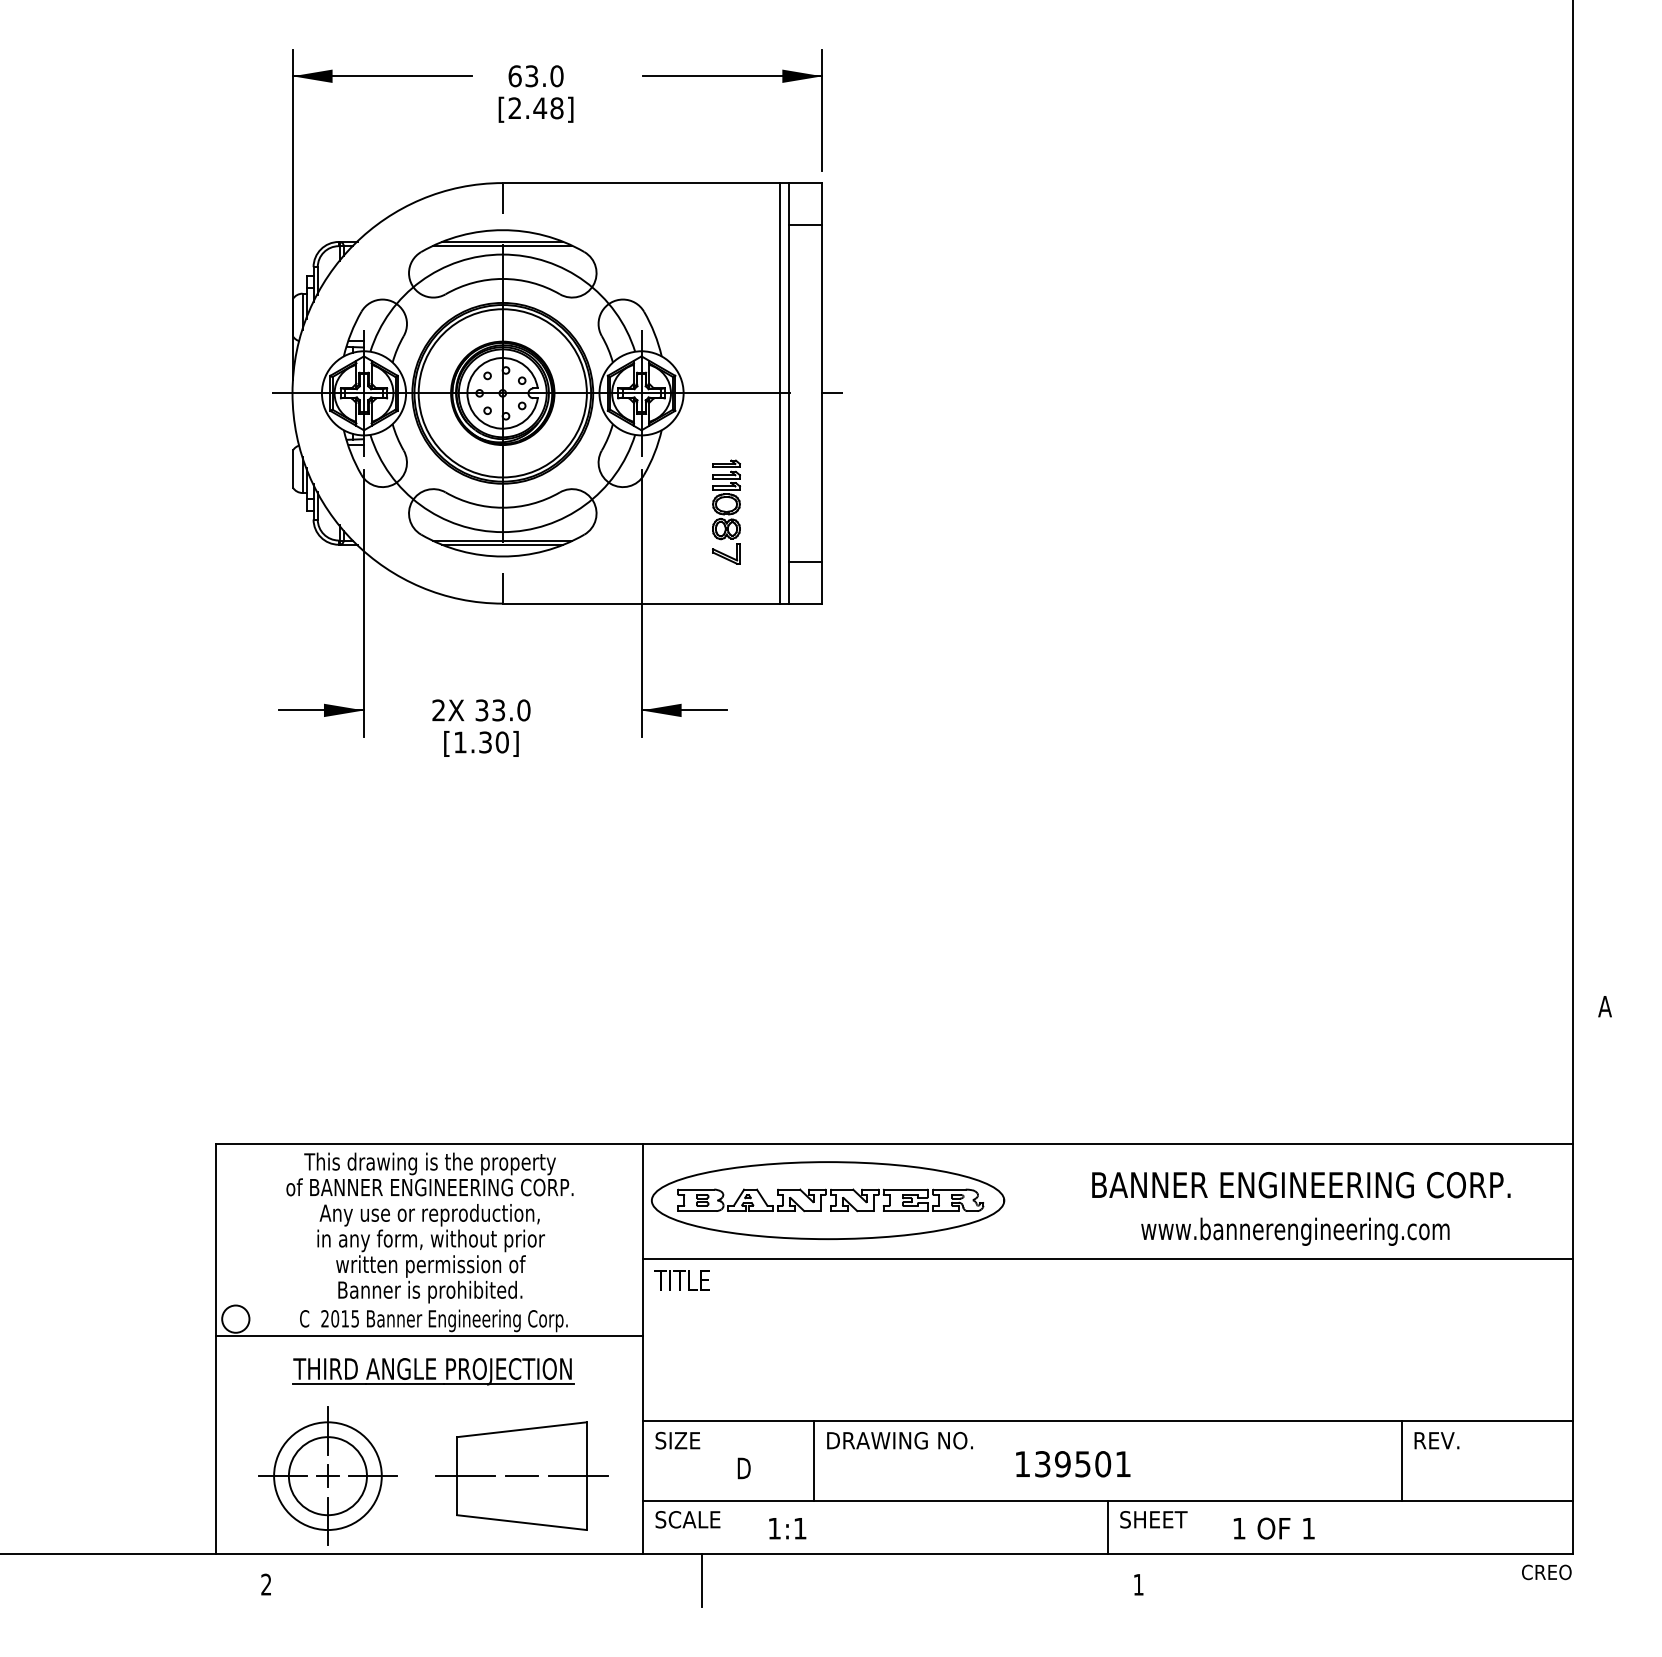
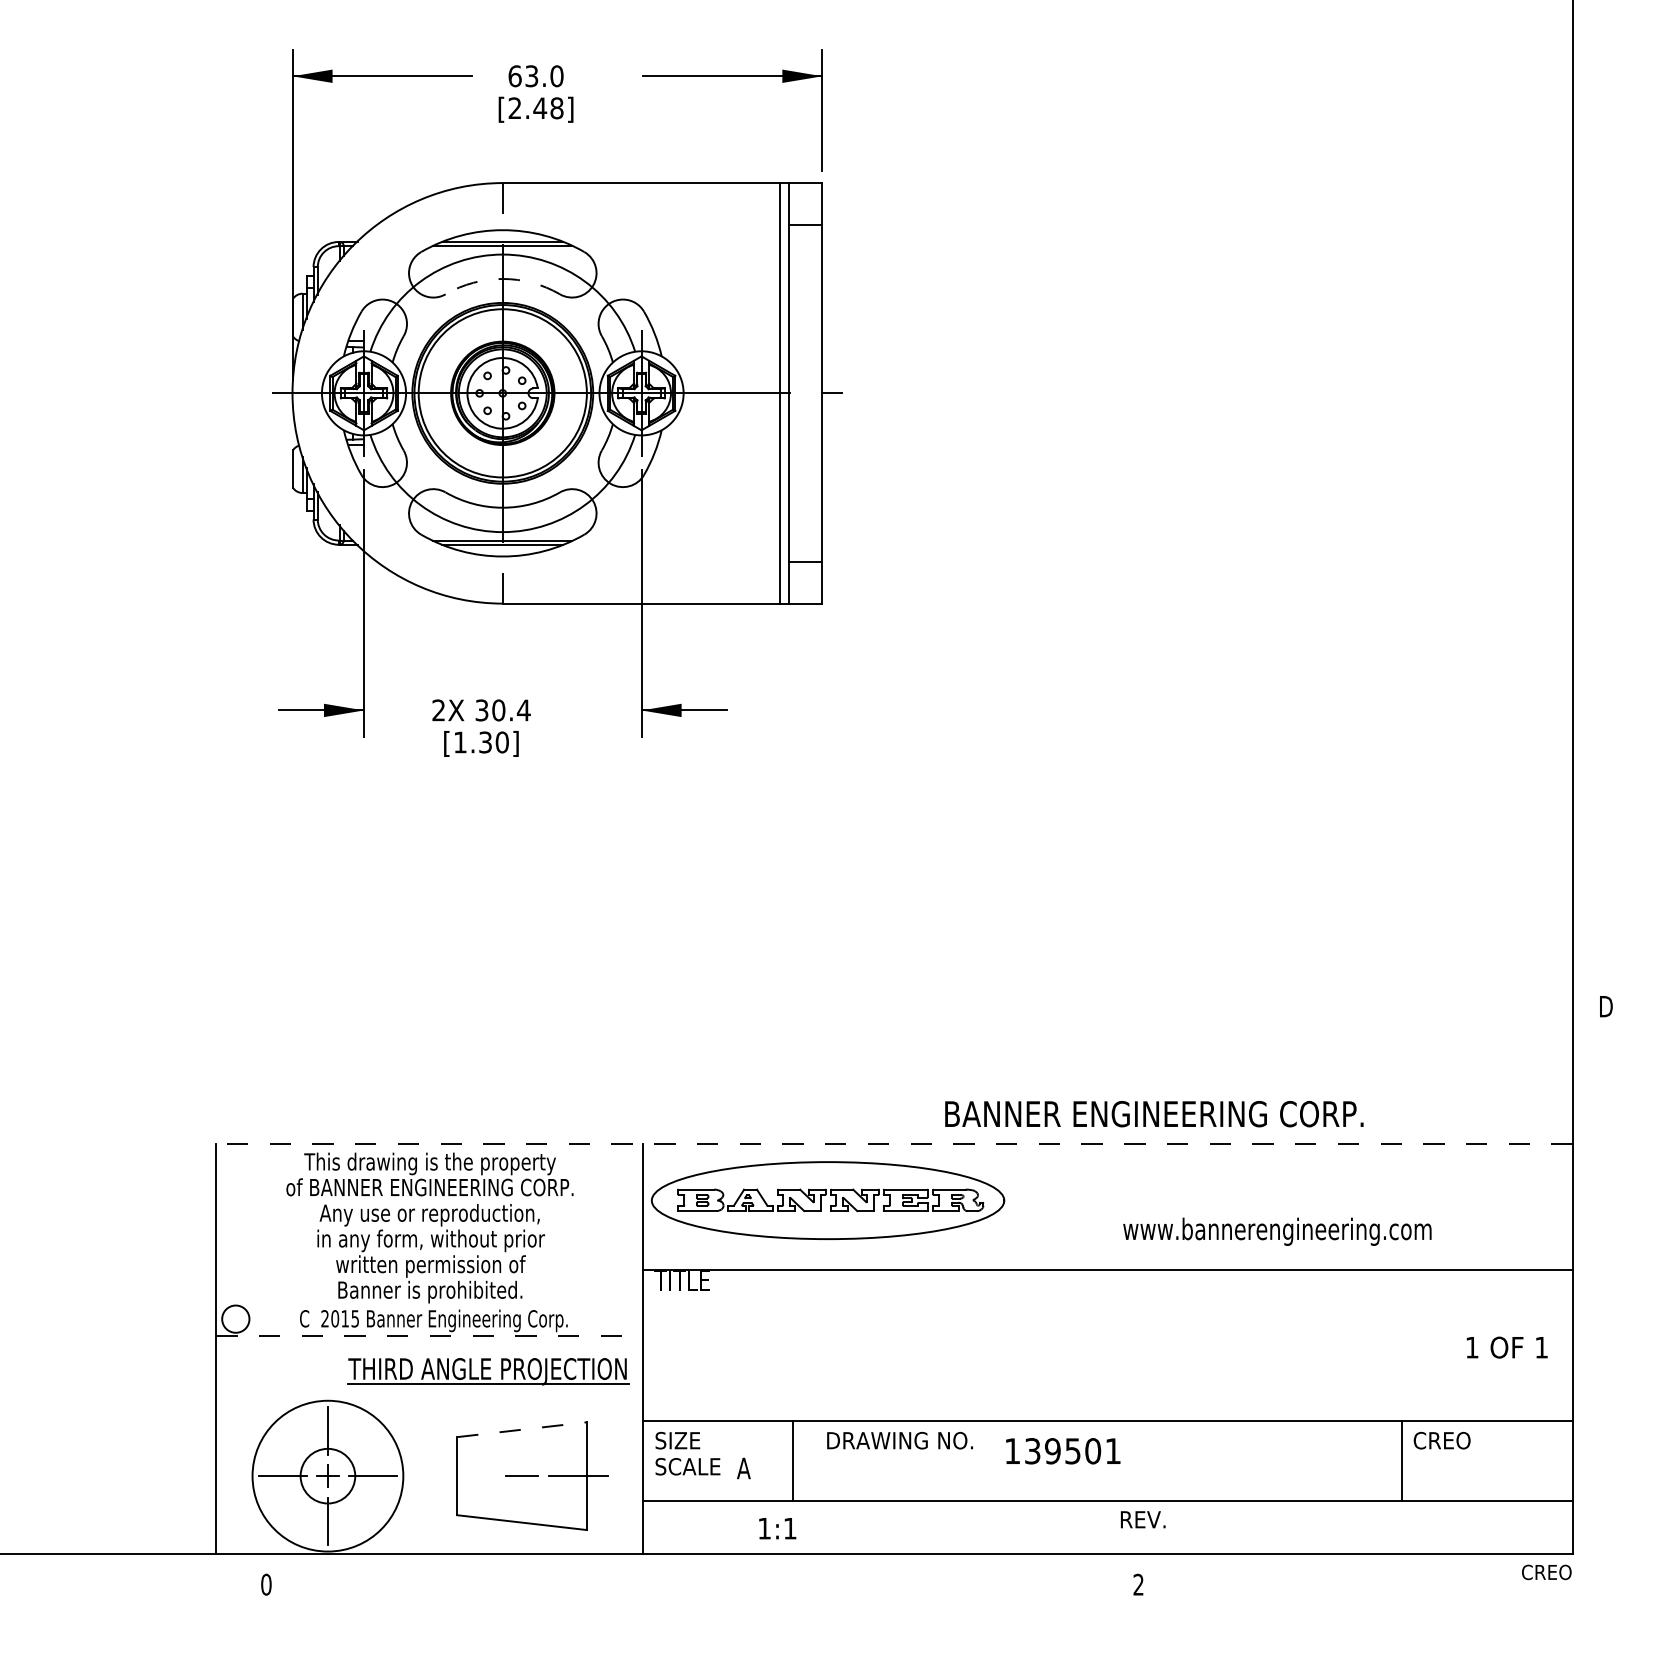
arc at (502, 278): solid -> dashed
part at (726, 511): present -> none
text at (511, 710): 33.0 -> 30.4
text at (1605, 1006): A -> D
line at (893, 1143): solid -> dashed
text at (1301, 1185) position: (1301, 1185) -> (1154, 1114)
text at (1295, 1231) position: (1295, 1231) -> (1277, 1231)
line at (1107, 1259) position: (1107, 1259) -> (1107, 1270)
line at (429, 1336): solid -> dashed
part at (433, 1371) position: (433, 1371) -> (488, 1371)
line at (522, 1429): solid -> dashed
text at (1441, 1440): REV. -> CREO
line at (814, 1460) position: (814, 1460) -> (793, 1460)
text at (1073, 1464) position: (1073, 1464) -> (1063, 1451)
text at (743, 1468): D -> A
circle at (327, 1476) diameter: 108 px -> 151 px
circle at (327, 1476) diameter: 78 px -> 55 px
line at (465, 1476): present -> none
text at (687, 1519) position: (687, 1519) -> (687, 1466)
text at (1153, 1519): SHEET -> REV.
line at (1108, 1526): present -> none
text at (787, 1528) position: (787, 1528) -> (777, 1528)
text at (1273, 1528) position: (1273, 1528) -> (1506, 1347)
line at (701, 1580): present -> none
text at (266, 1584): 2 -> 0
text at (1138, 1584): 1 -> 2
